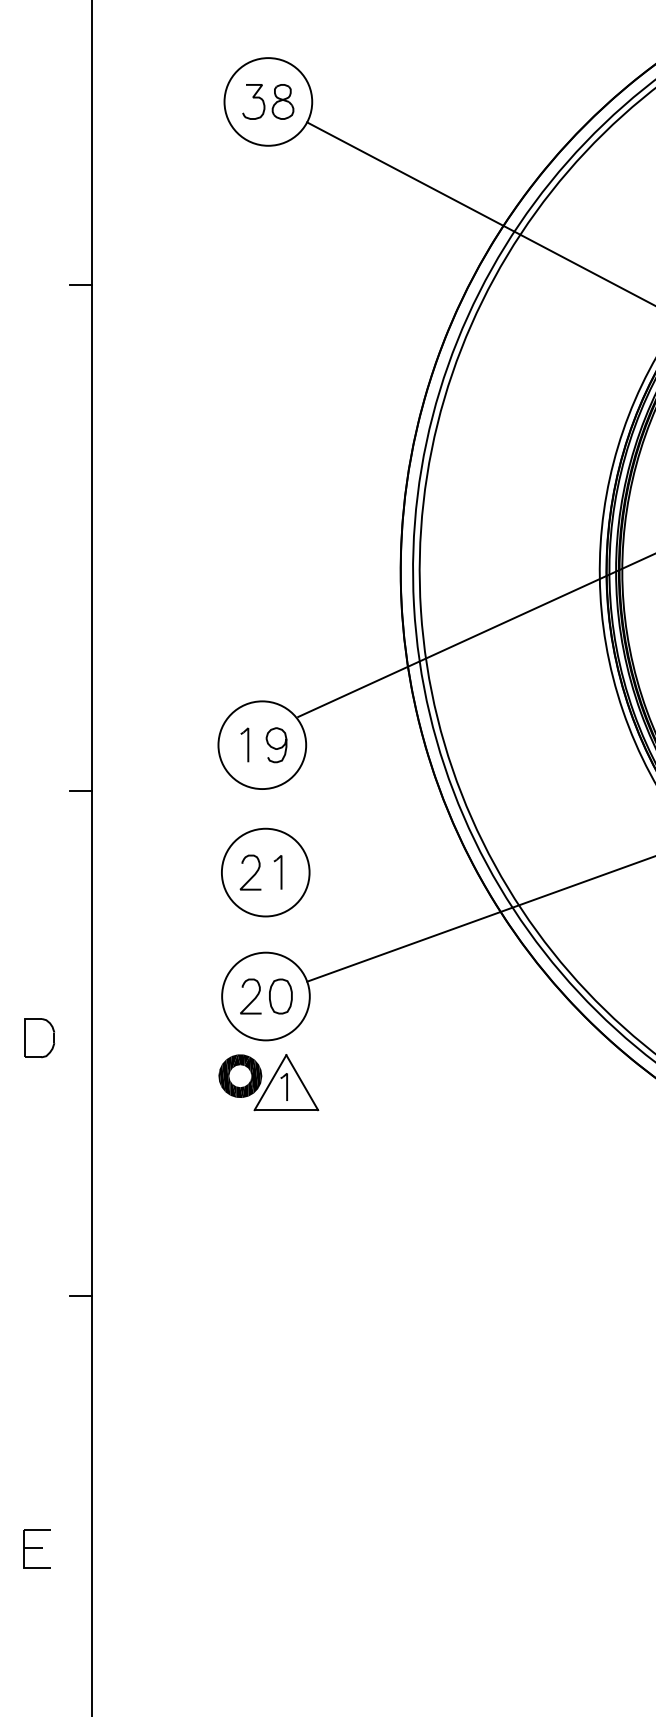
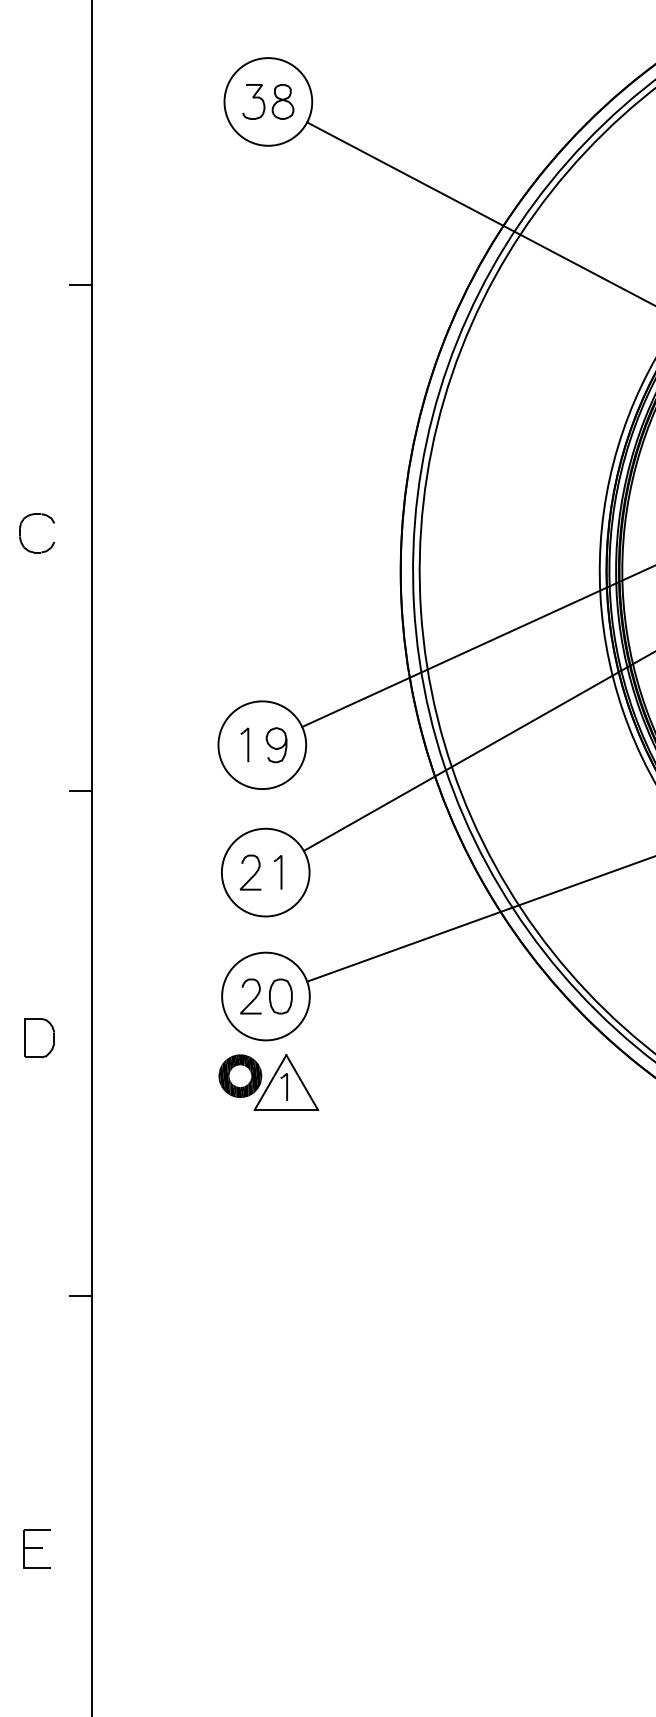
part at (21, 538): none -> present
line at (475, 635) position: (475, 635) -> (477, 646)
line at (477, 751): none -> present
